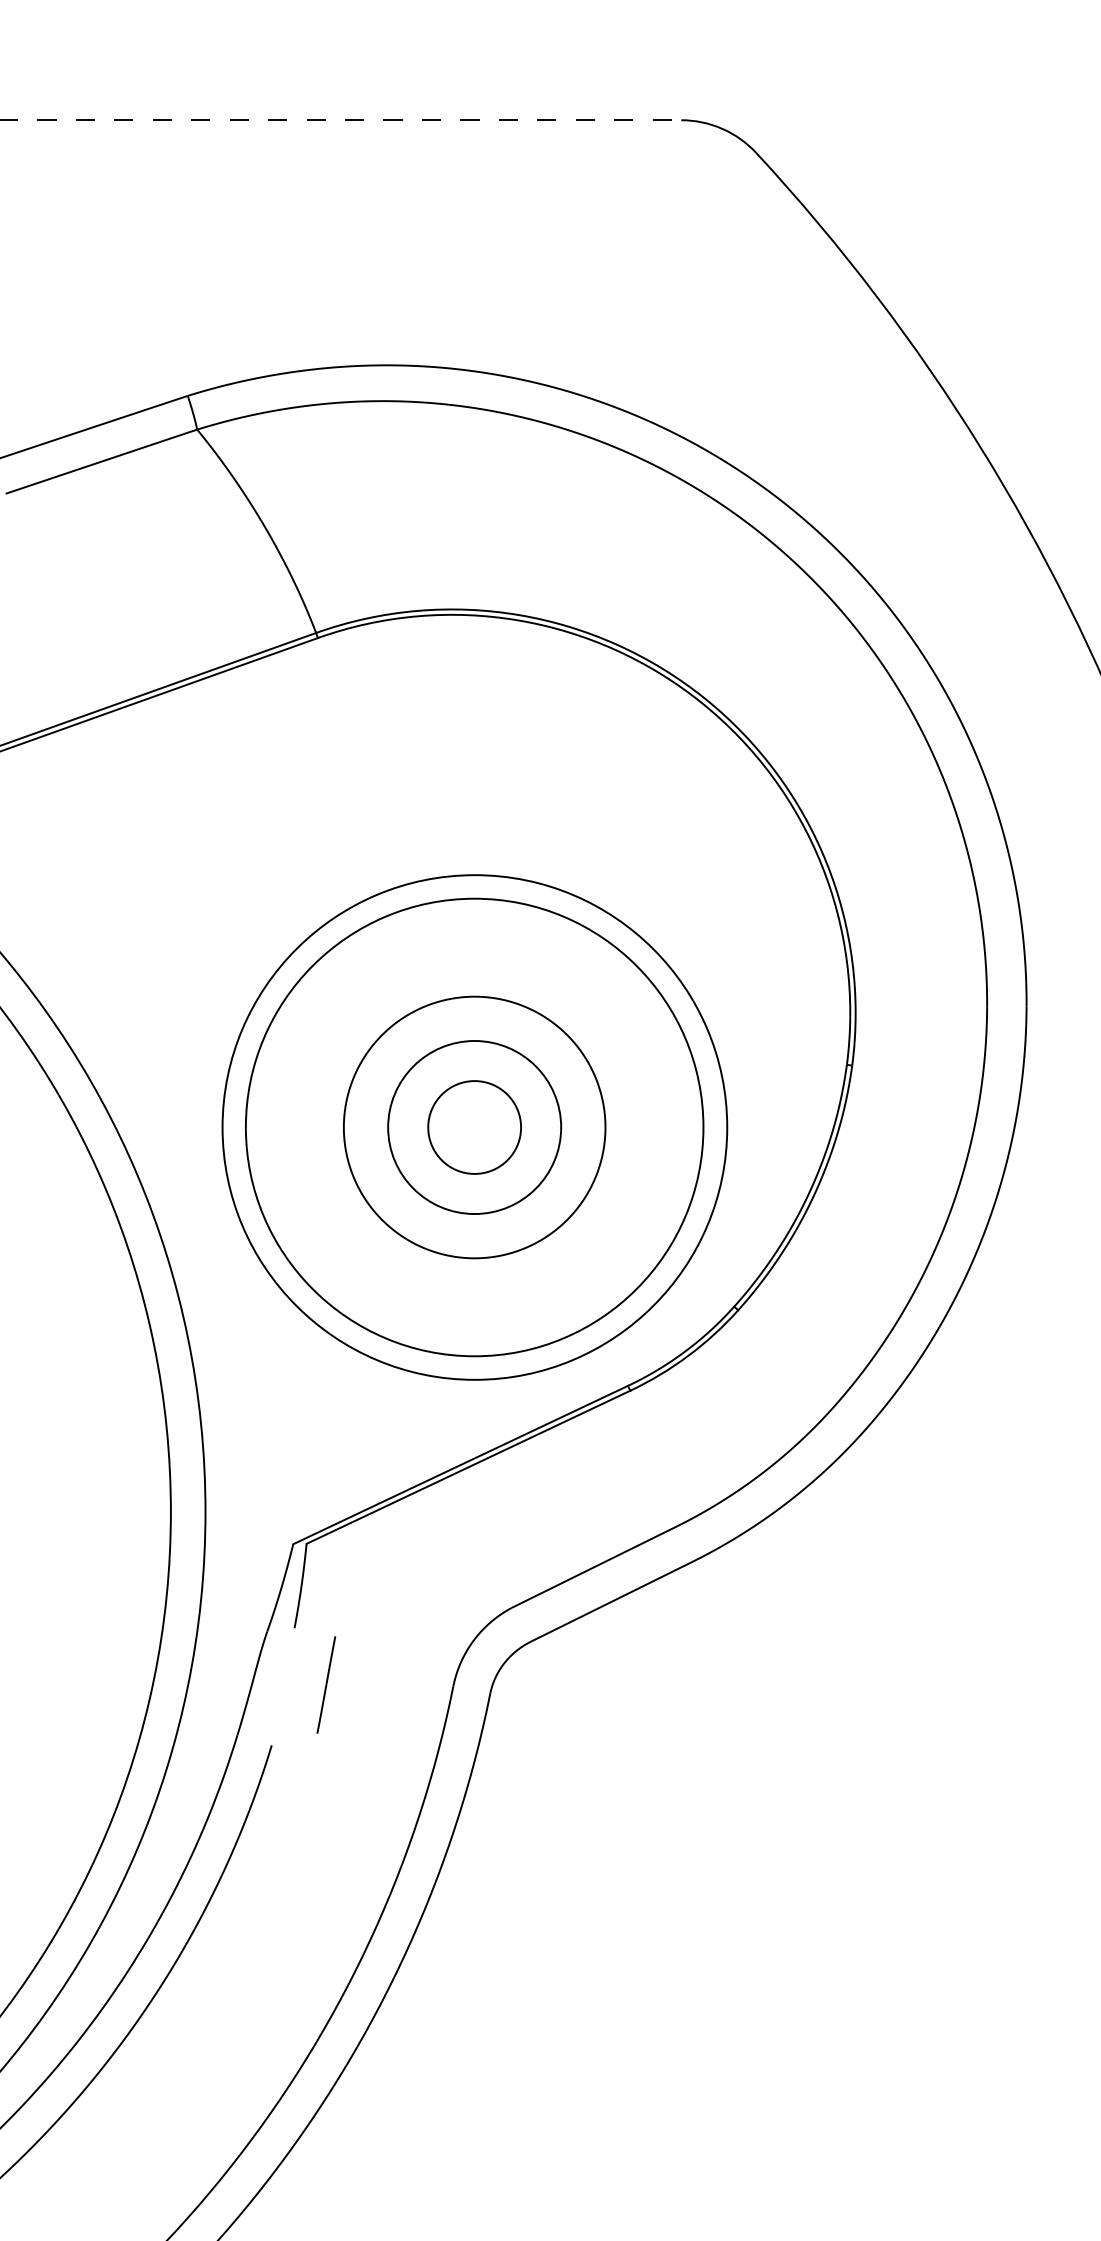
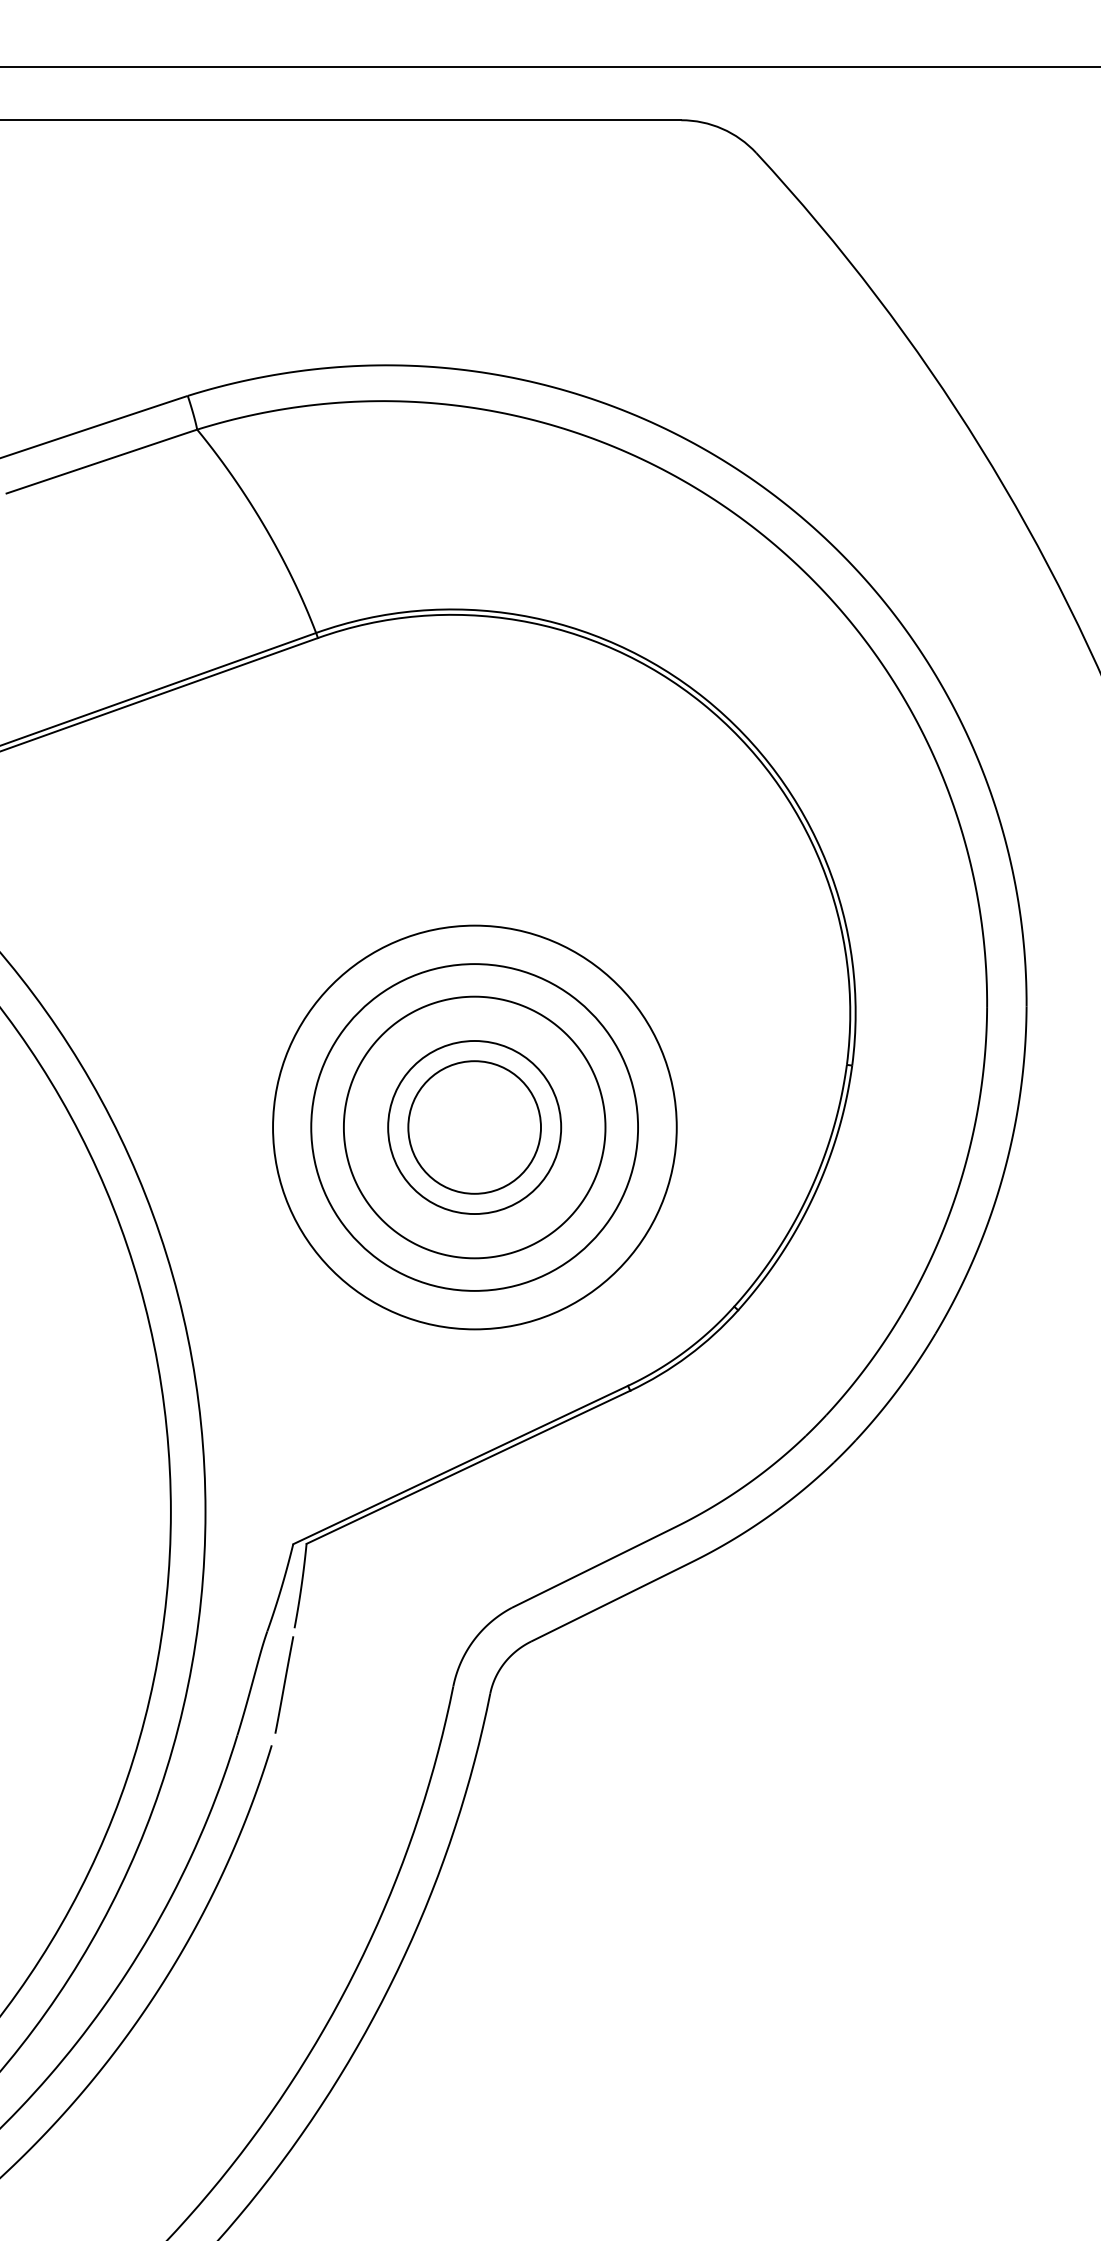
line at (549, 67): none -> present
line at (341, 120): dashed -> solid
circle at (474, 1127) diameter: 458 px -> 327 px
circle at (474, 1127) diameter: 505 px -> 404 px
circle at (474, 1127) diameter: 93 px -> 133 px
line at (326, 1684) position: (326, 1684) -> (284, 1684)
